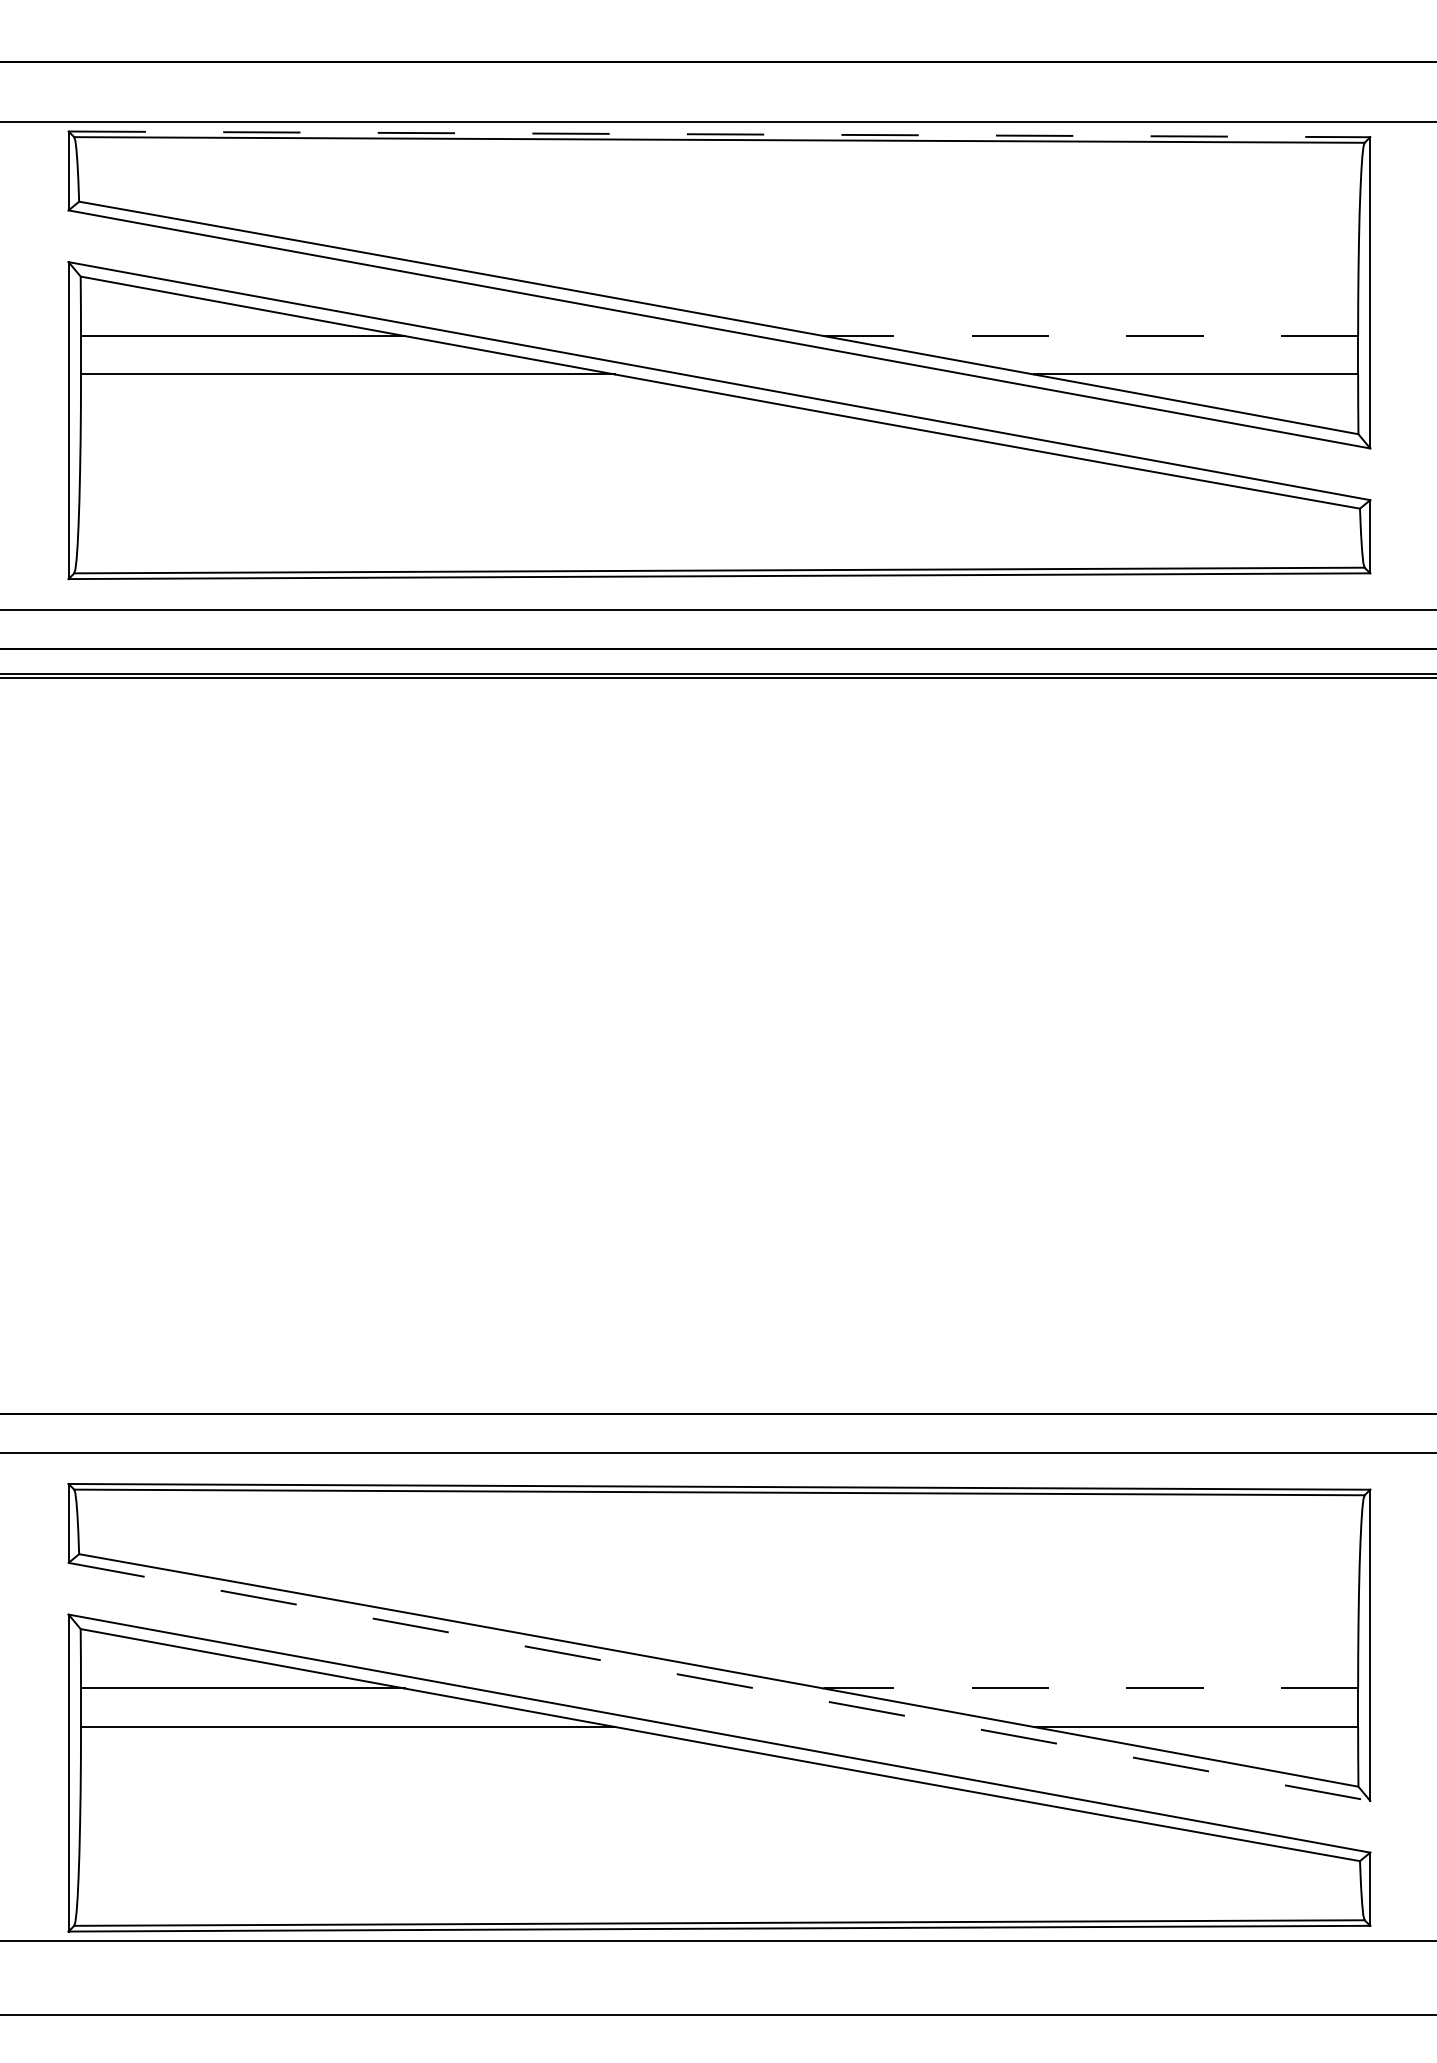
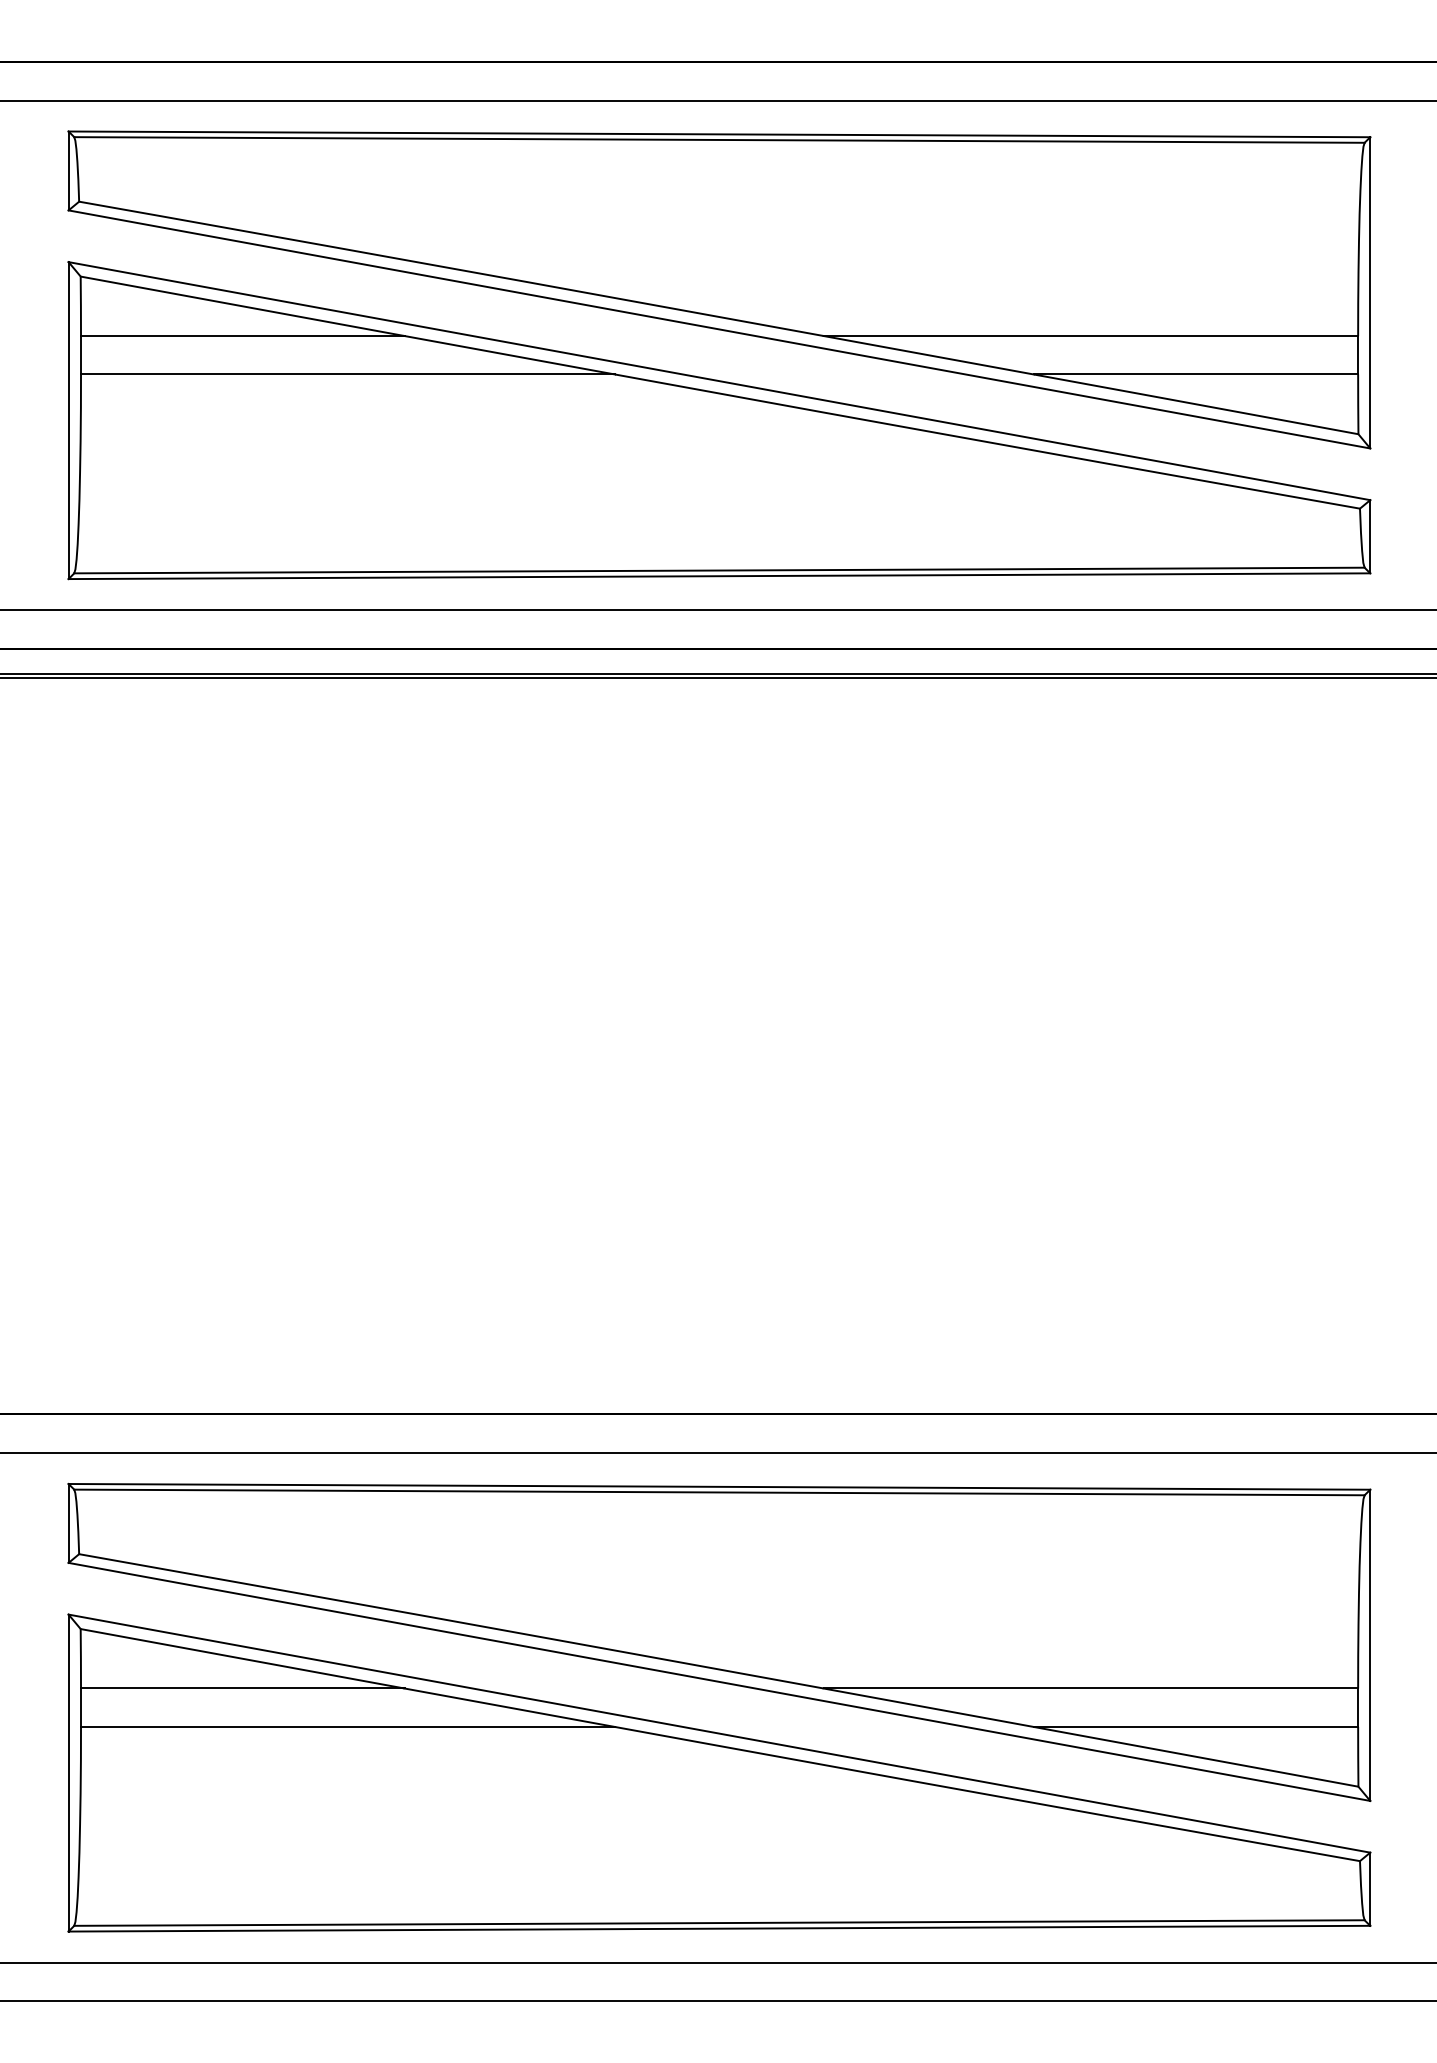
line at (717, 121) position: (717, 121) -> (717, 100)
line at (719, 134): dashed -> solid
line at (1090, 336): dashed -> solid
line at (719, 1681): dashed -> solid
line at (1090, 1688): dashed -> solid
line at (717, 1940) position: (717, 1940) -> (717, 1962)
line at (717, 2015) position: (717, 2015) -> (717, 2001)
